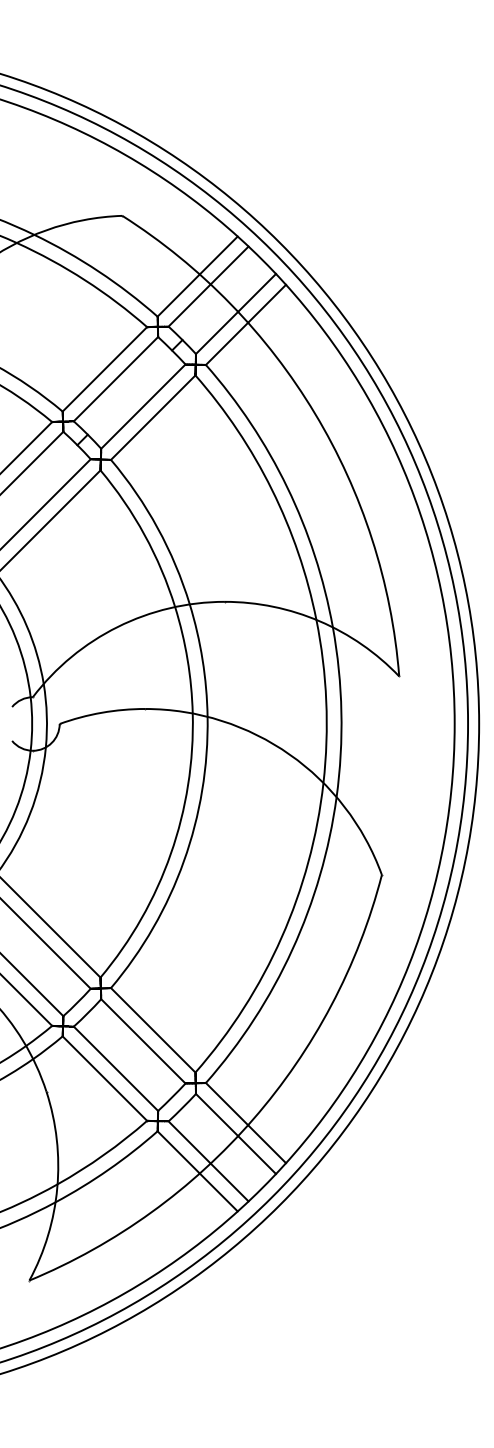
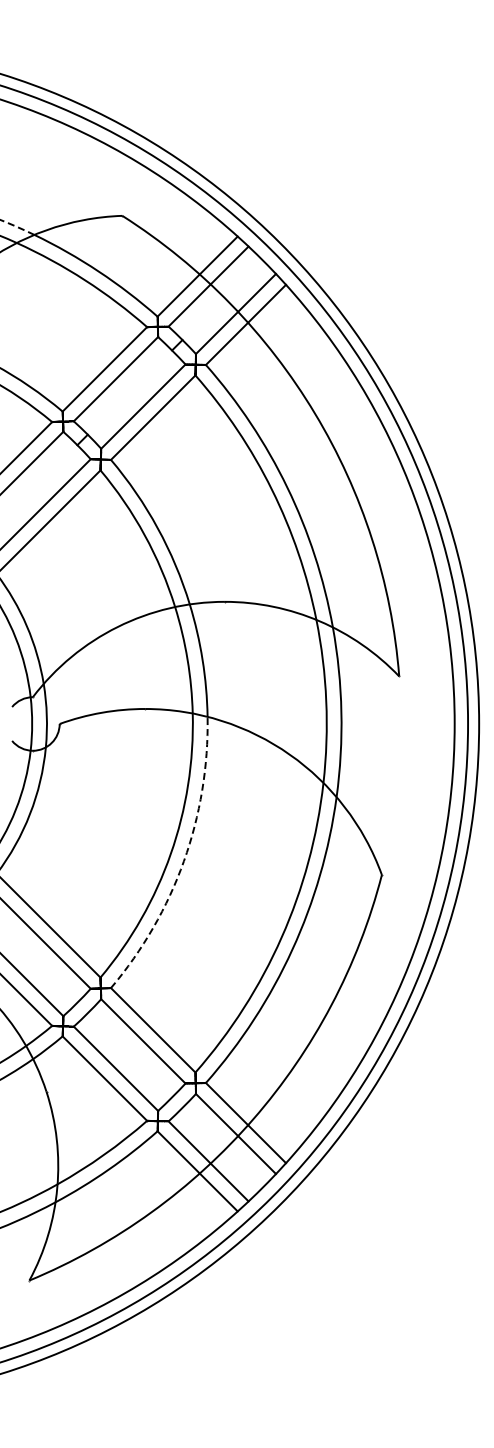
arc at (16, 226): solid -> dashed
arc at (183, 861): solid -> dashed
